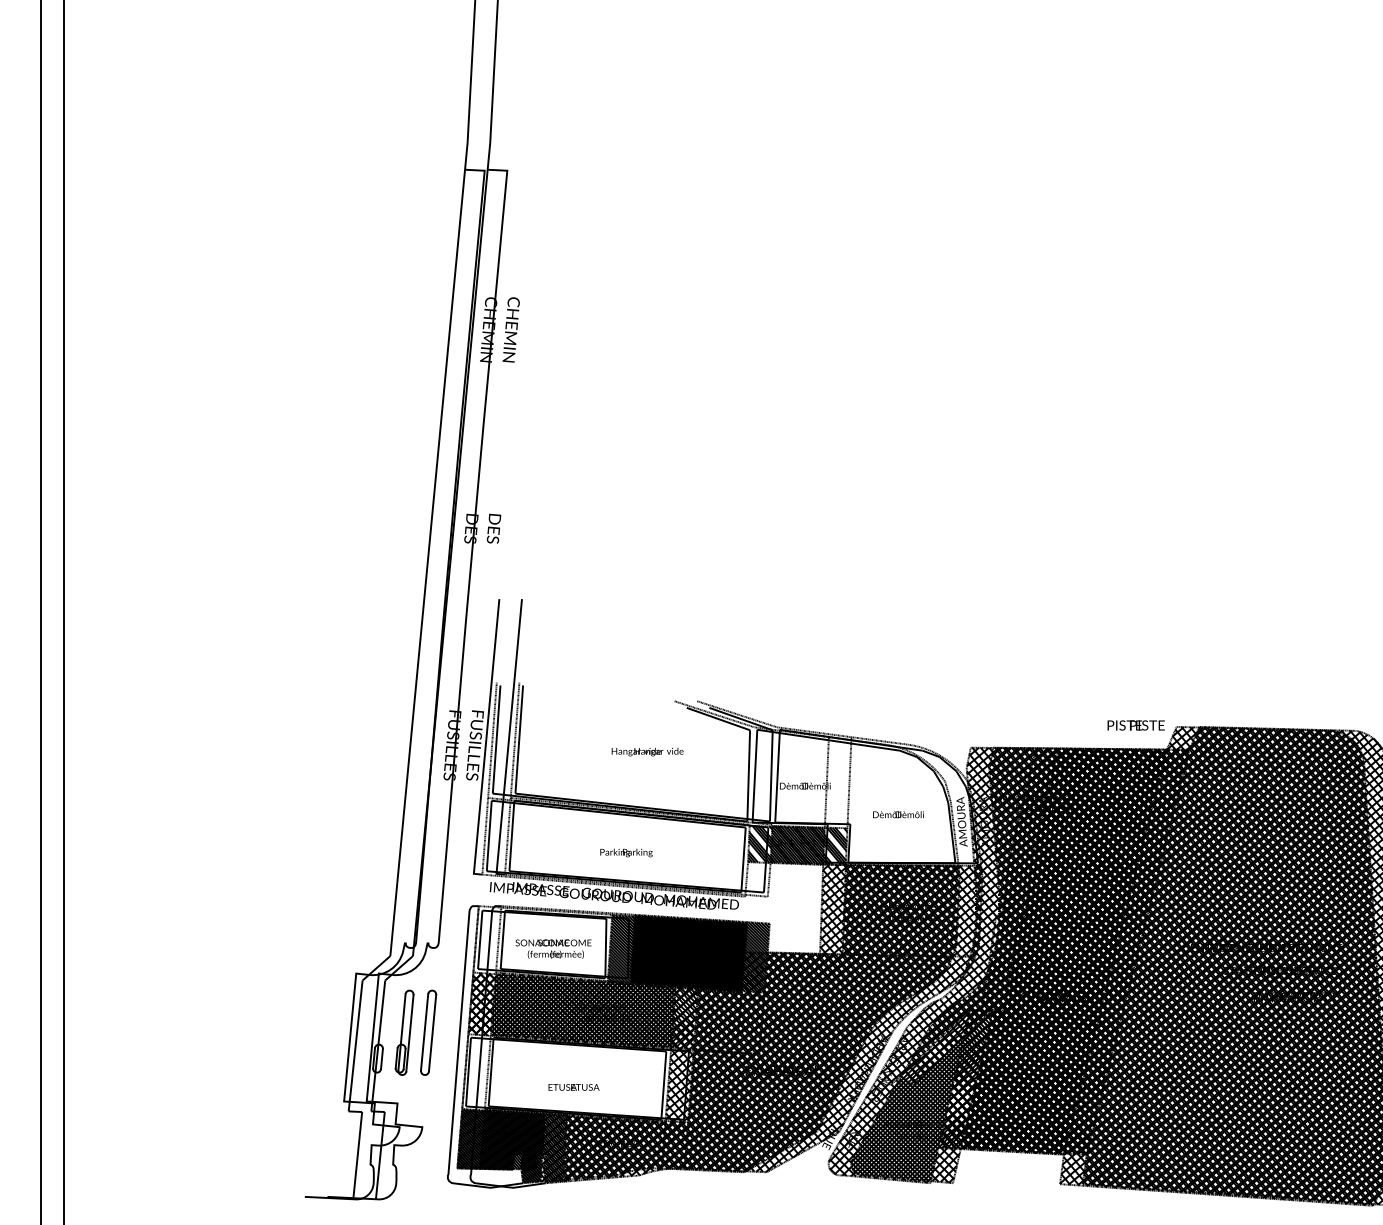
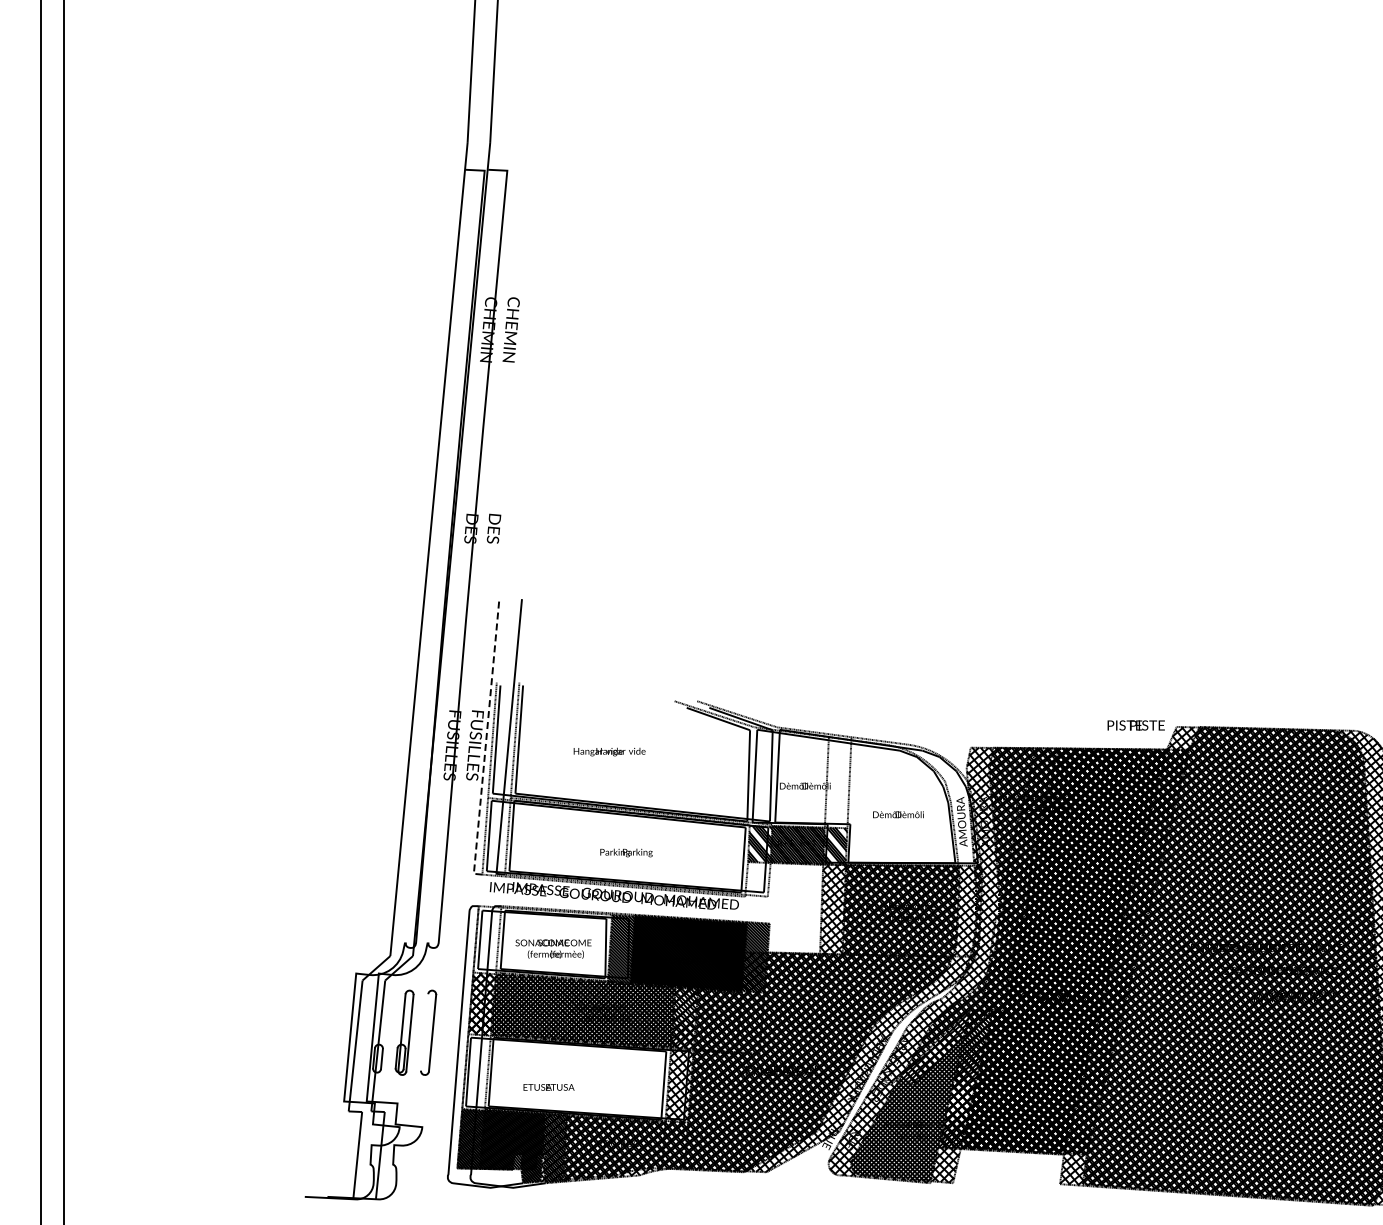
line at (486, 741): solid -> dashed
text at (647, 751) position: (647, 751) -> (609, 751)
line at (424, 1032): present -> none
text at (573, 1087) position: (573, 1087) -> (548, 1087)
